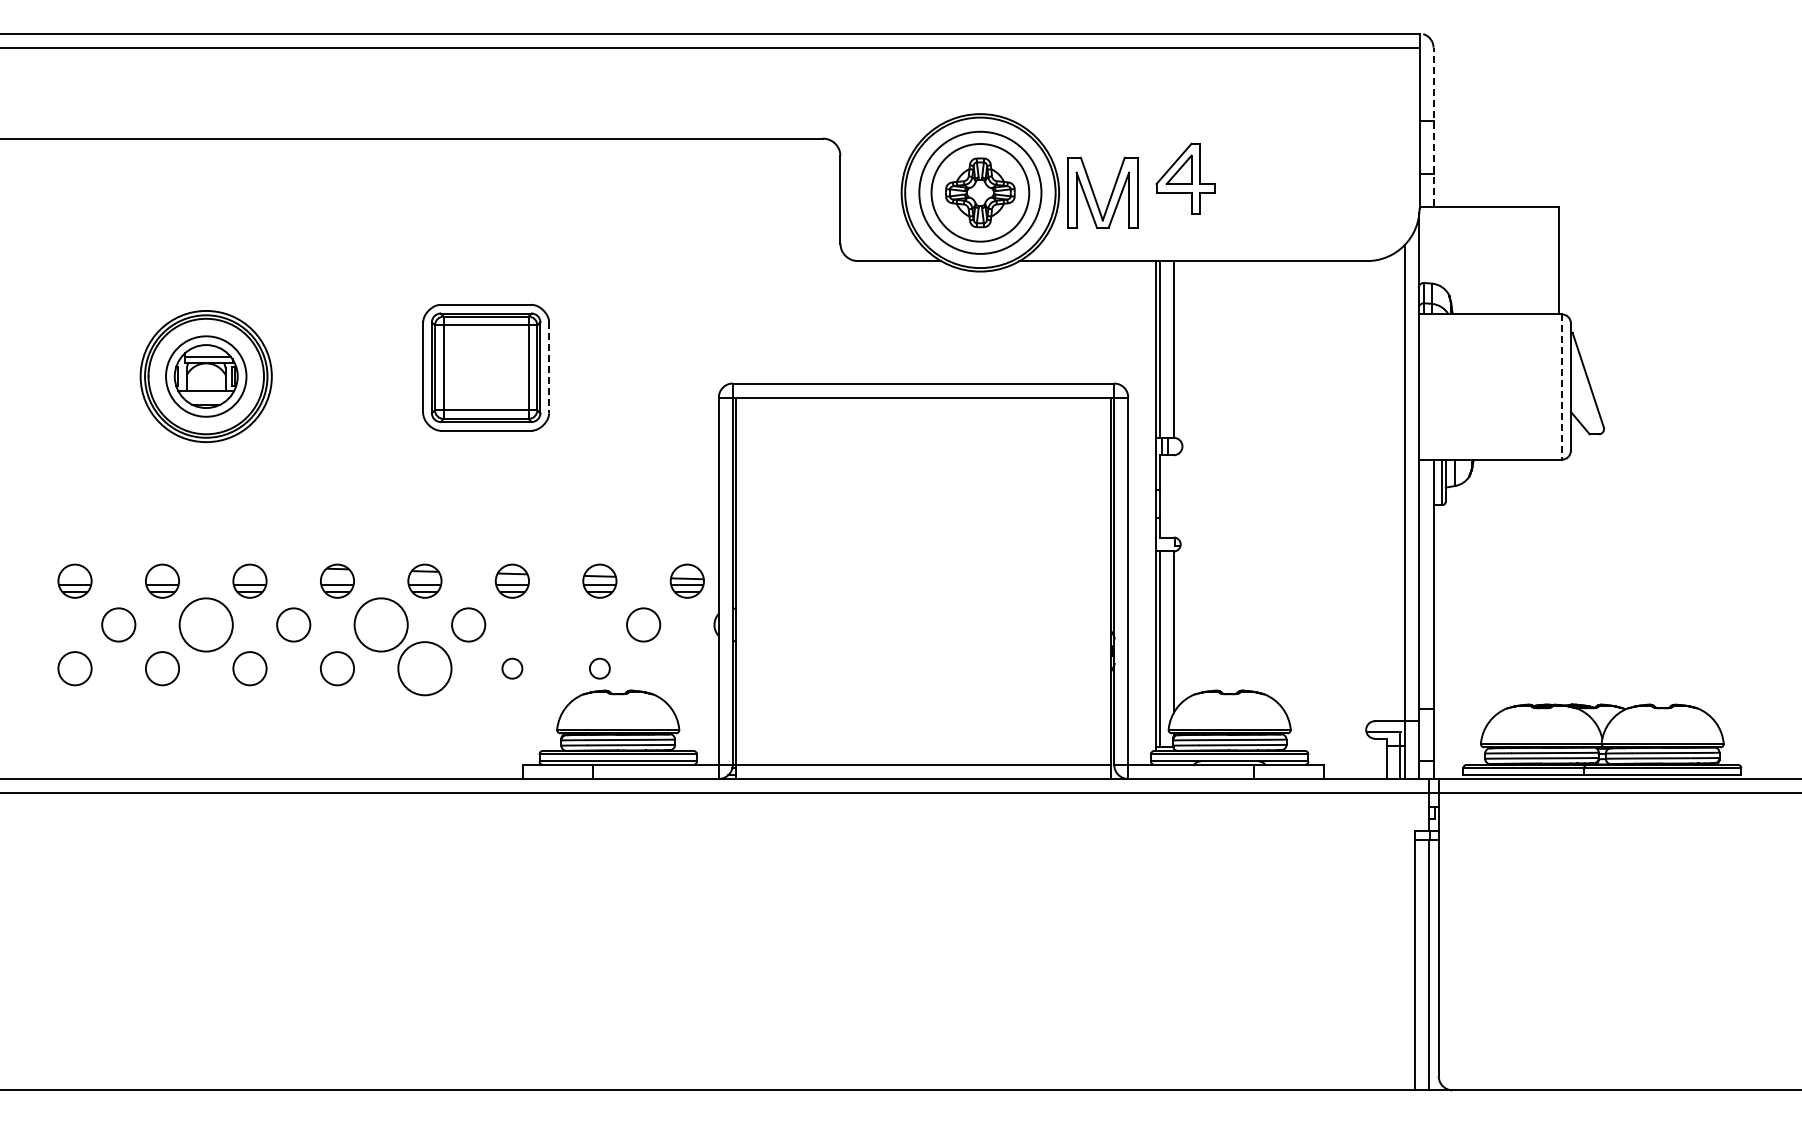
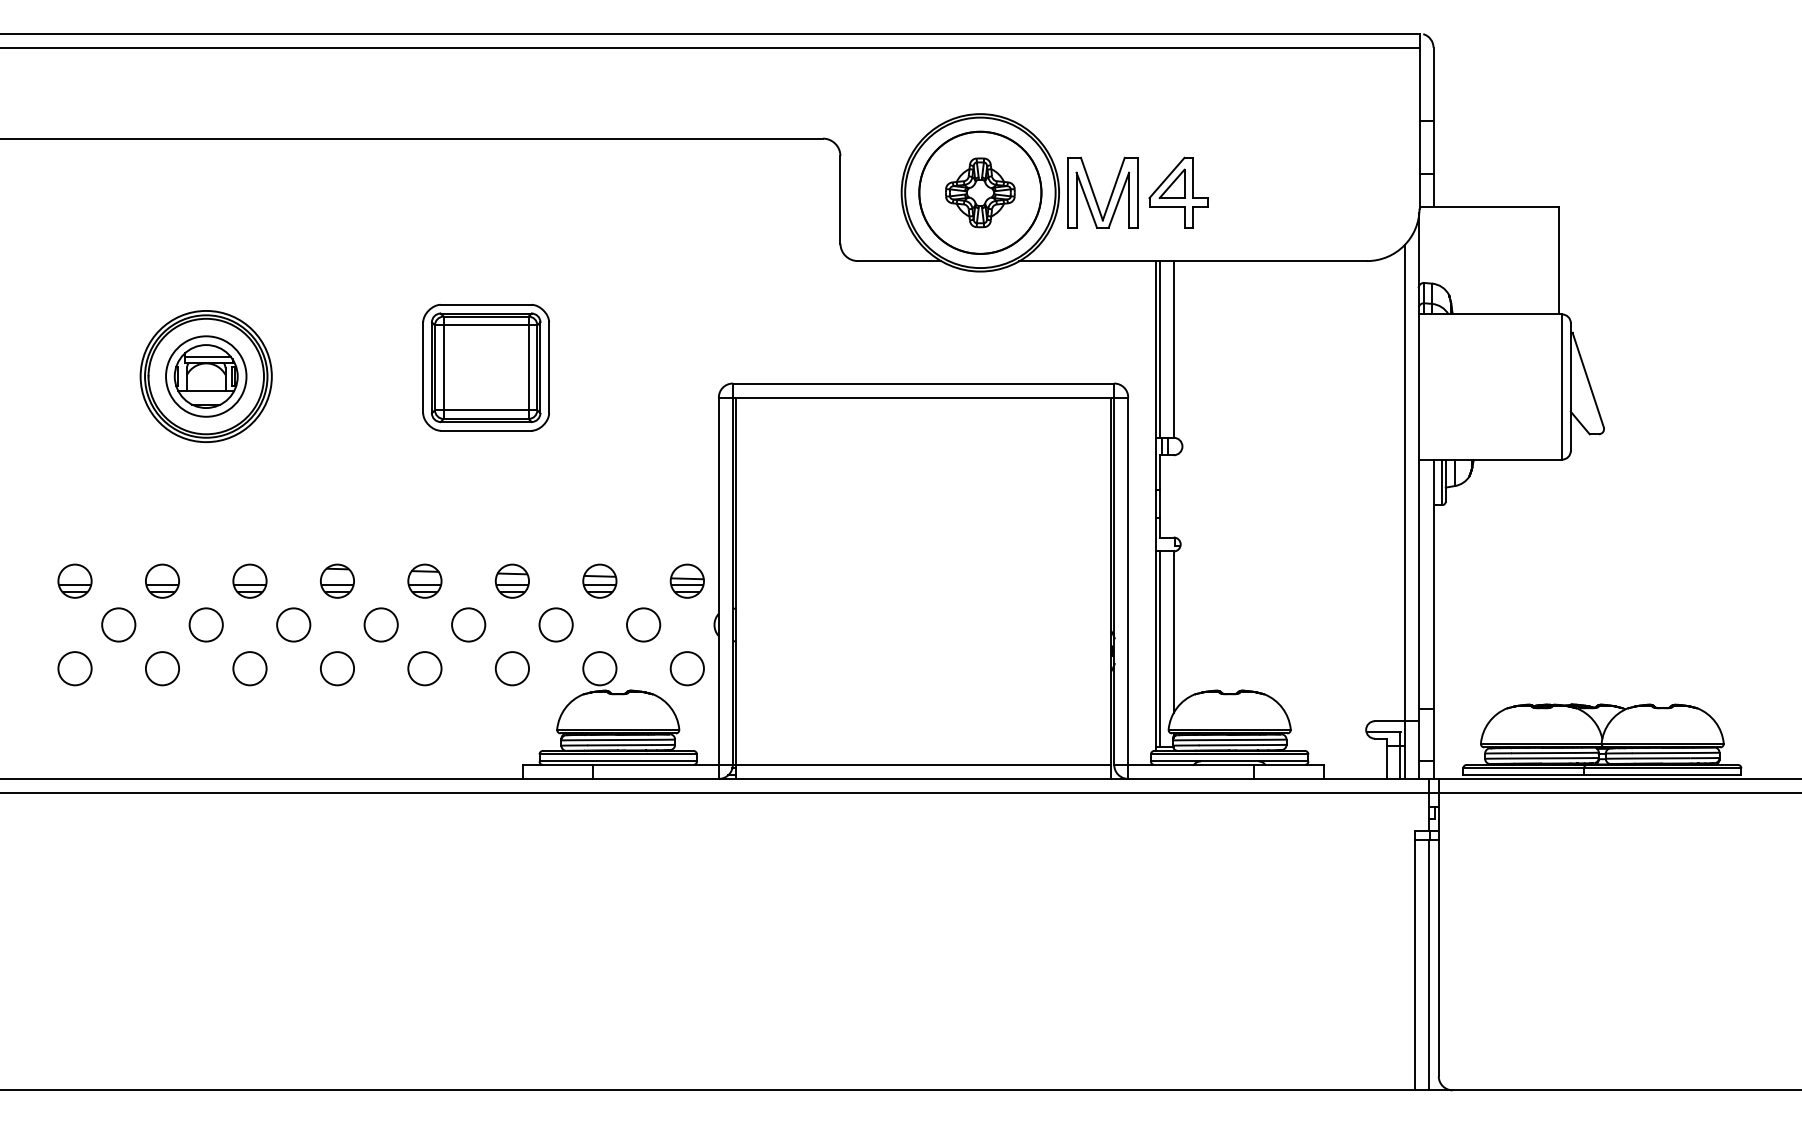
line at (1433, 126): dashed -> solid
part at (1185, 178) position: (1185, 178) -> (1178, 192)
circle at (980, 192) diameter: 98 px -> 122 px
line at (549, 368): dashed -> solid
line at (1562, 387): dashed -> solid
circle at (205, 624) diameter: 53 px -> 33 px
circle at (380, 624) diameter: 53 px -> 33 px
circle at (555, 624): none -> present
circle at (424, 668) diameter: 53 px -> 33 px
circle at (512, 668) diameter: 20 px -> 33 px
circle at (599, 668) diameter: 20 px -> 33 px
circle at (686, 668): none -> present
